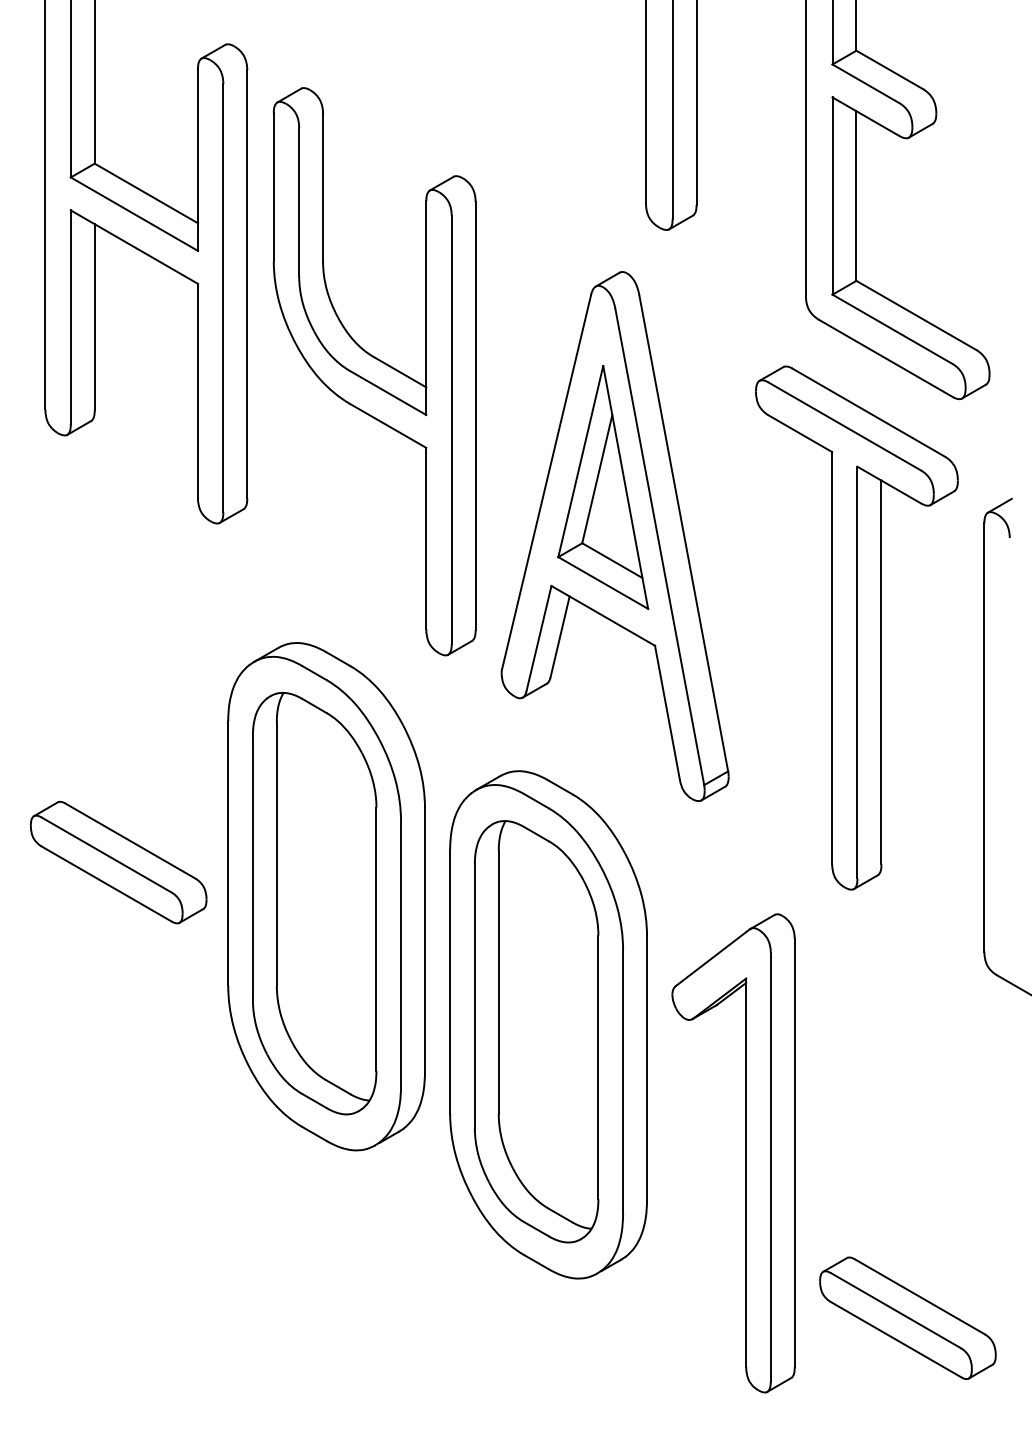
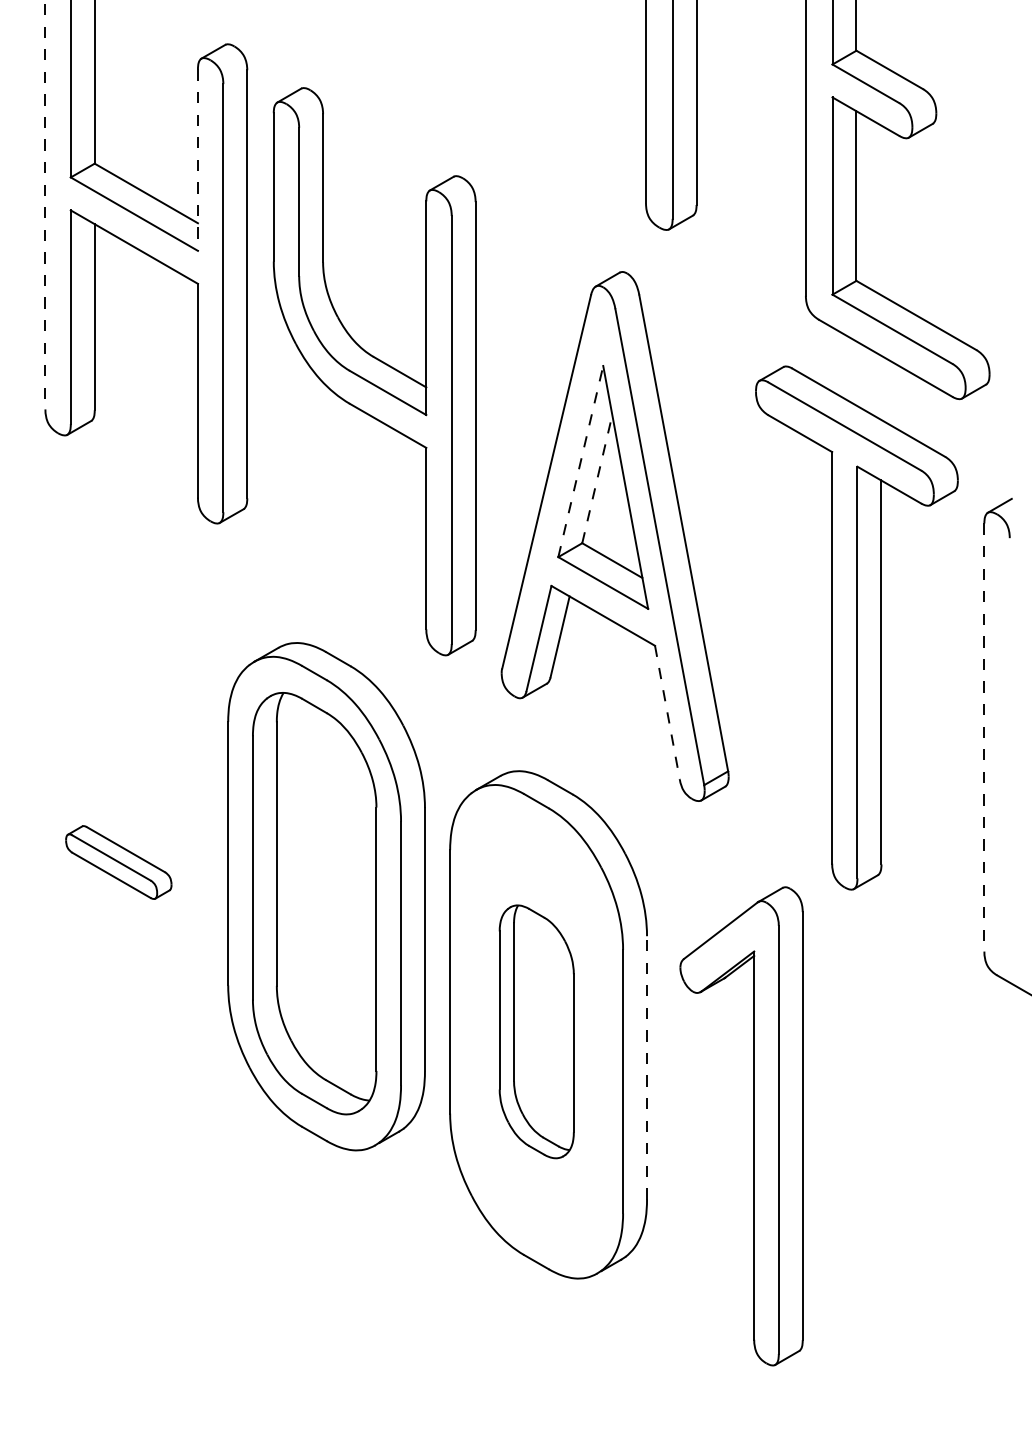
line at (197, 160): solid -> dashed
line at (45, 205): solid -> dashed
line at (580, 461): solid -> dashed
line at (597, 479): solid -> dashed
line at (667, 713): solid -> dashed
line at (984, 738): solid -> dashed
part at (118, 862) size: 178x125 px -> 108x75 px
part at (536, 1031) size: 126x424 px -> 77x256 px
line at (647, 1067): solid -> dashed
part at (745, 1153) position: (745, 1153) -> (753, 1126)
part at (907, 1317): present -> none
